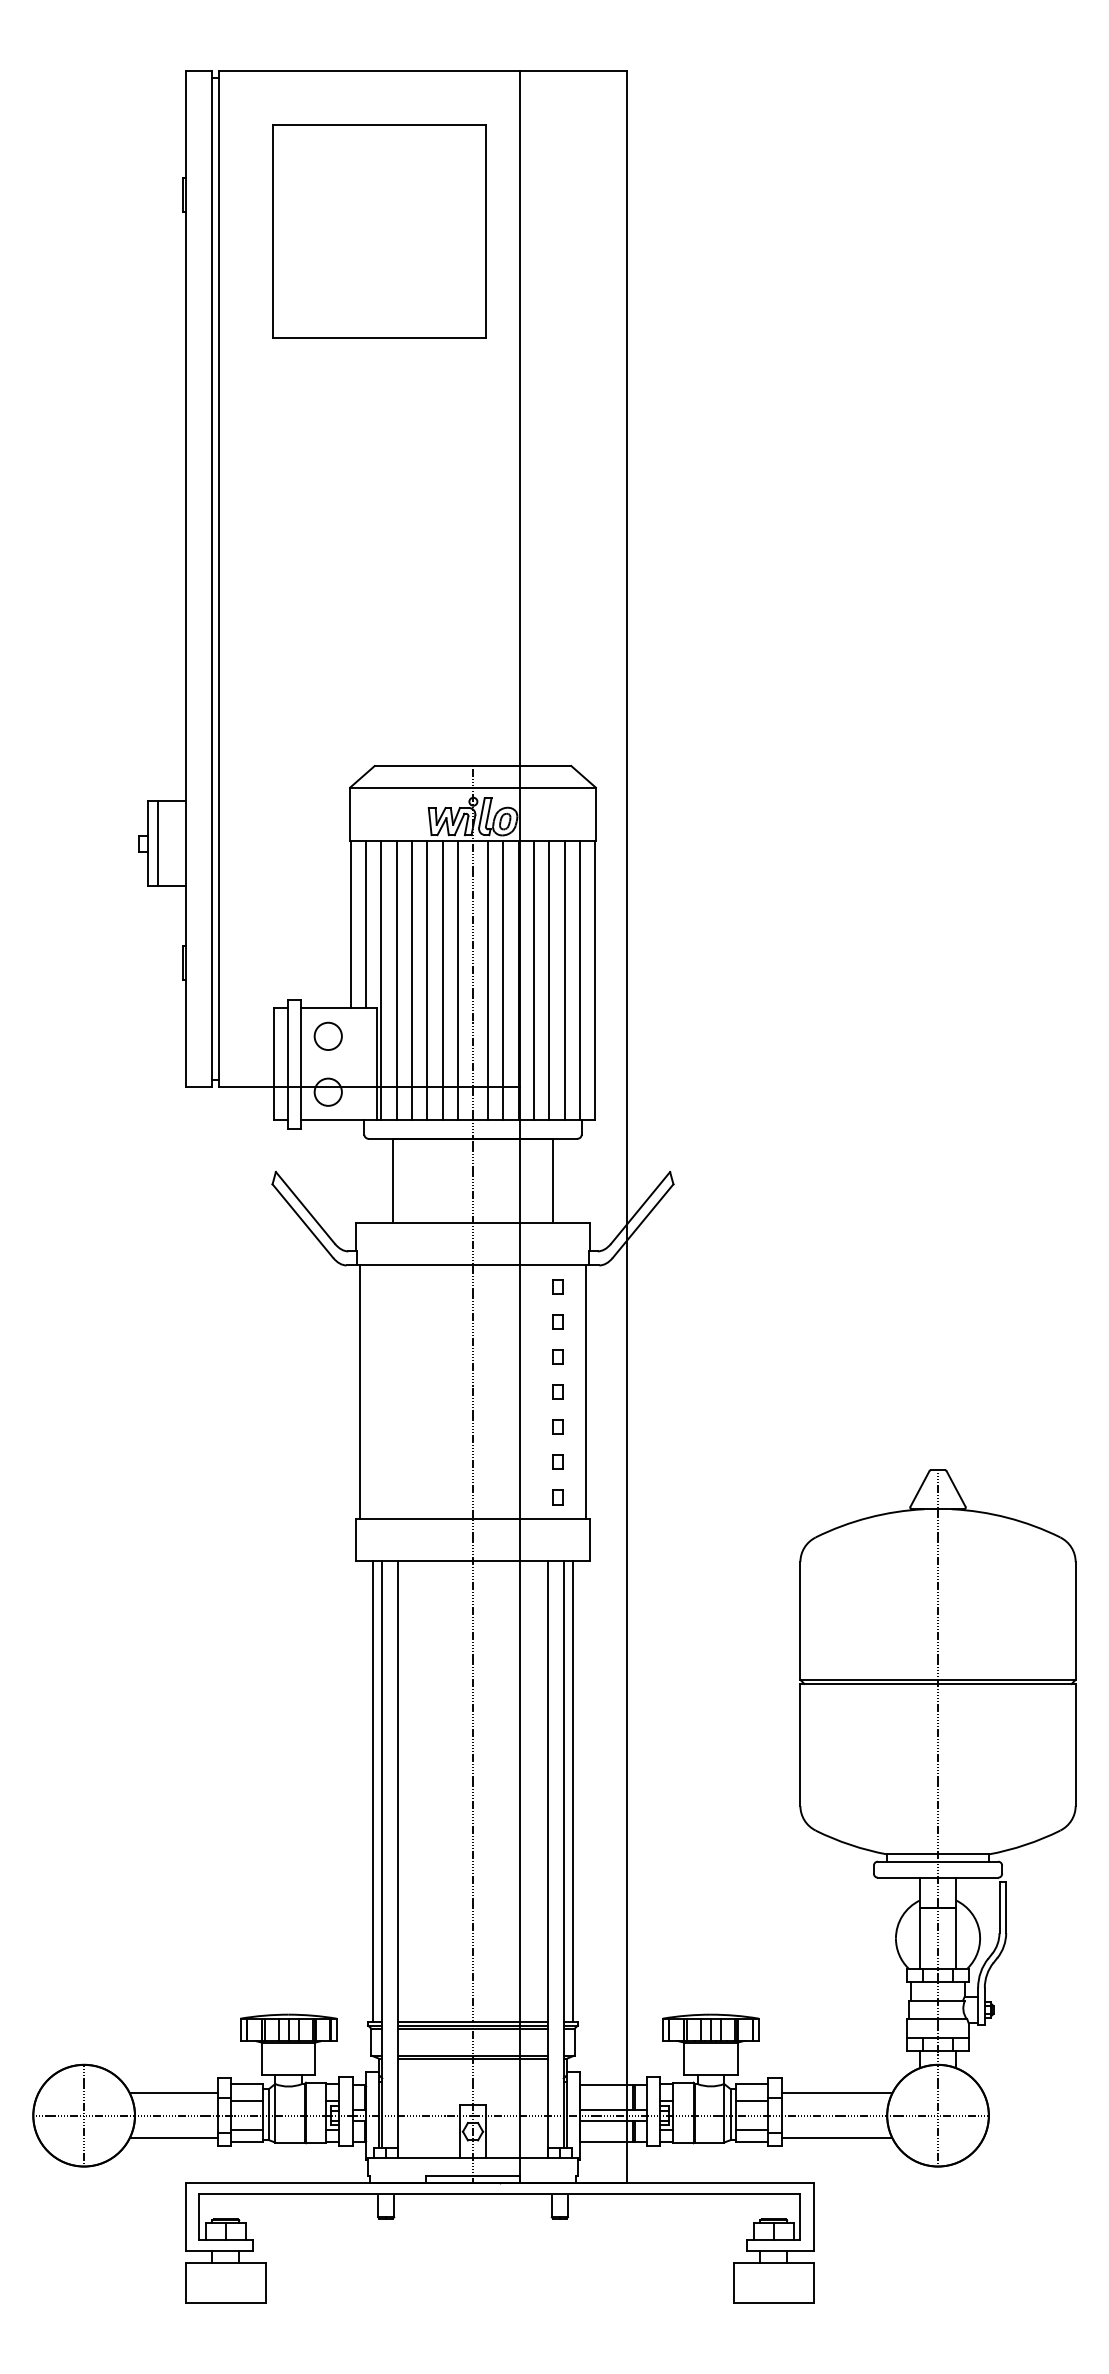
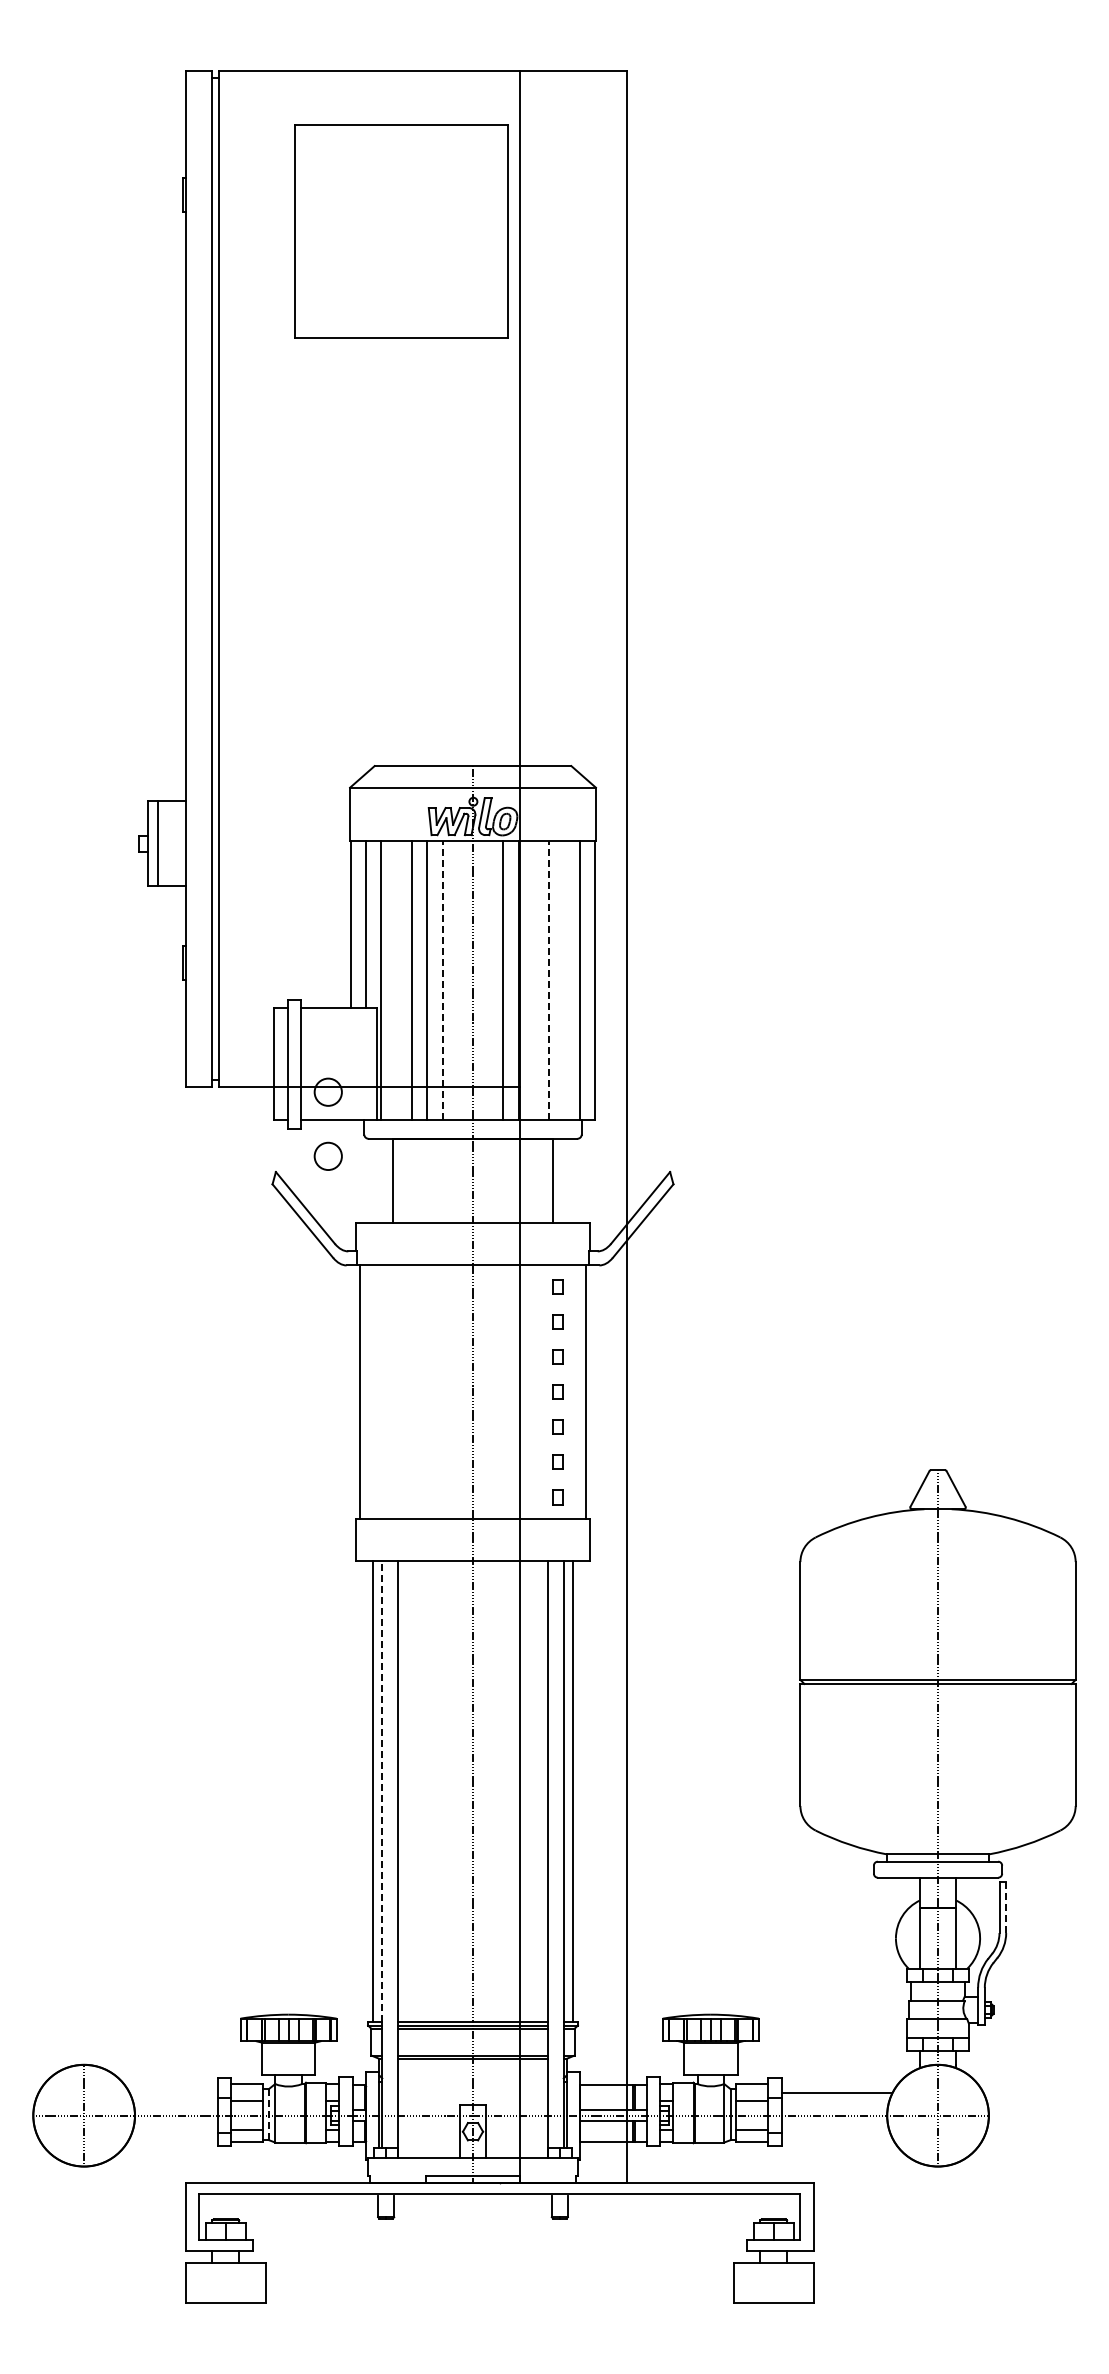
part at (379, 231) position: (379, 231) -> (401, 231)
line at (396, 980): present -> none
line at (442, 980): solid -> dashed
line at (457, 980): present -> none
line at (488, 980): present -> none
line at (533, 980): present -> none
line at (549, 980): solid -> dashed
line at (564, 980): present -> none
circle at (327, 1035) position: (327, 1035) -> (327, 1155)
line at (382, 1791): solid -> dashed
line at (1006, 1907): solid -> dashed
line at (173, 2093): present -> none
line at (268, 2115): solid -> dashed
line at (173, 2138): present -> none
line at (836, 2138): present -> none
